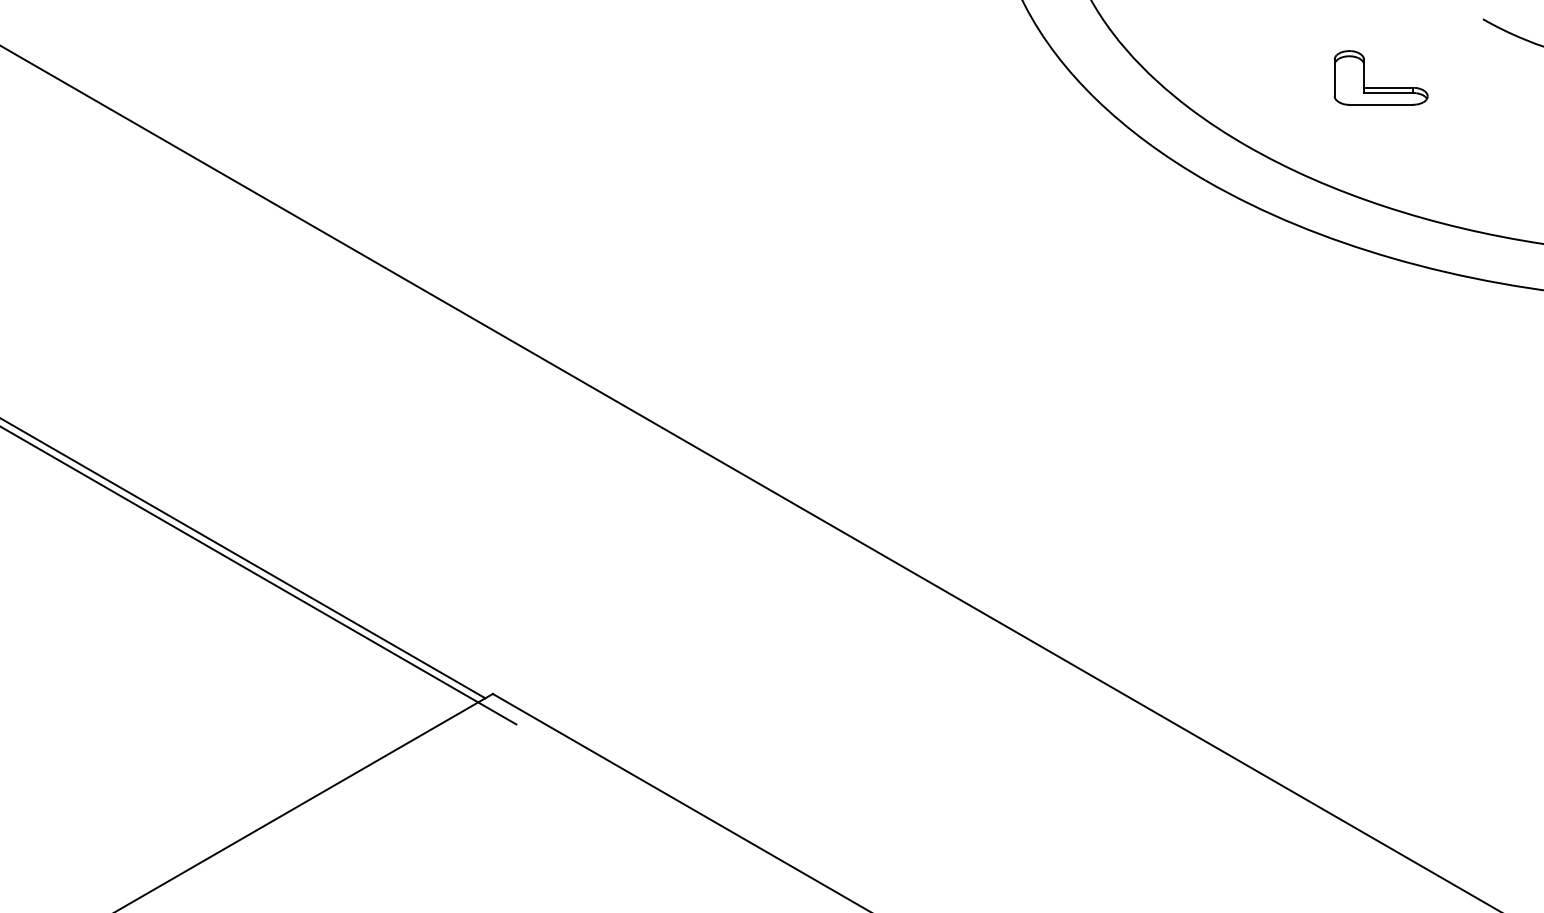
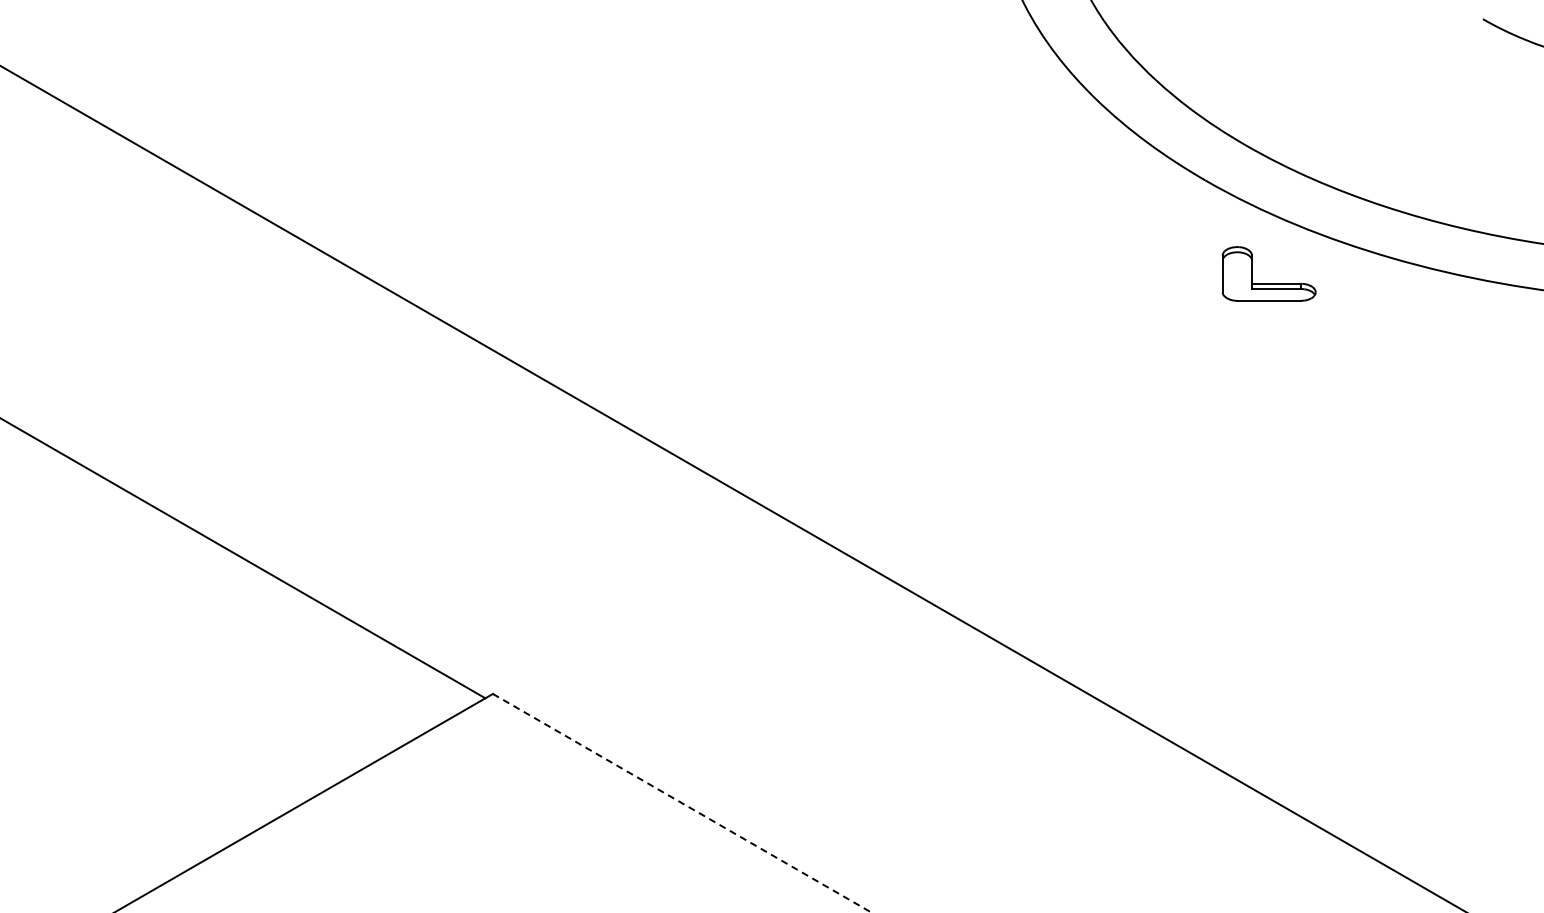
part at (1380, 87) position: (1380, 87) -> (1268, 283)
line at (749, 477) position: (749, 477) -> (732, 488)
line at (259, 575): present -> none
line at (682, 803): solid -> dashed
